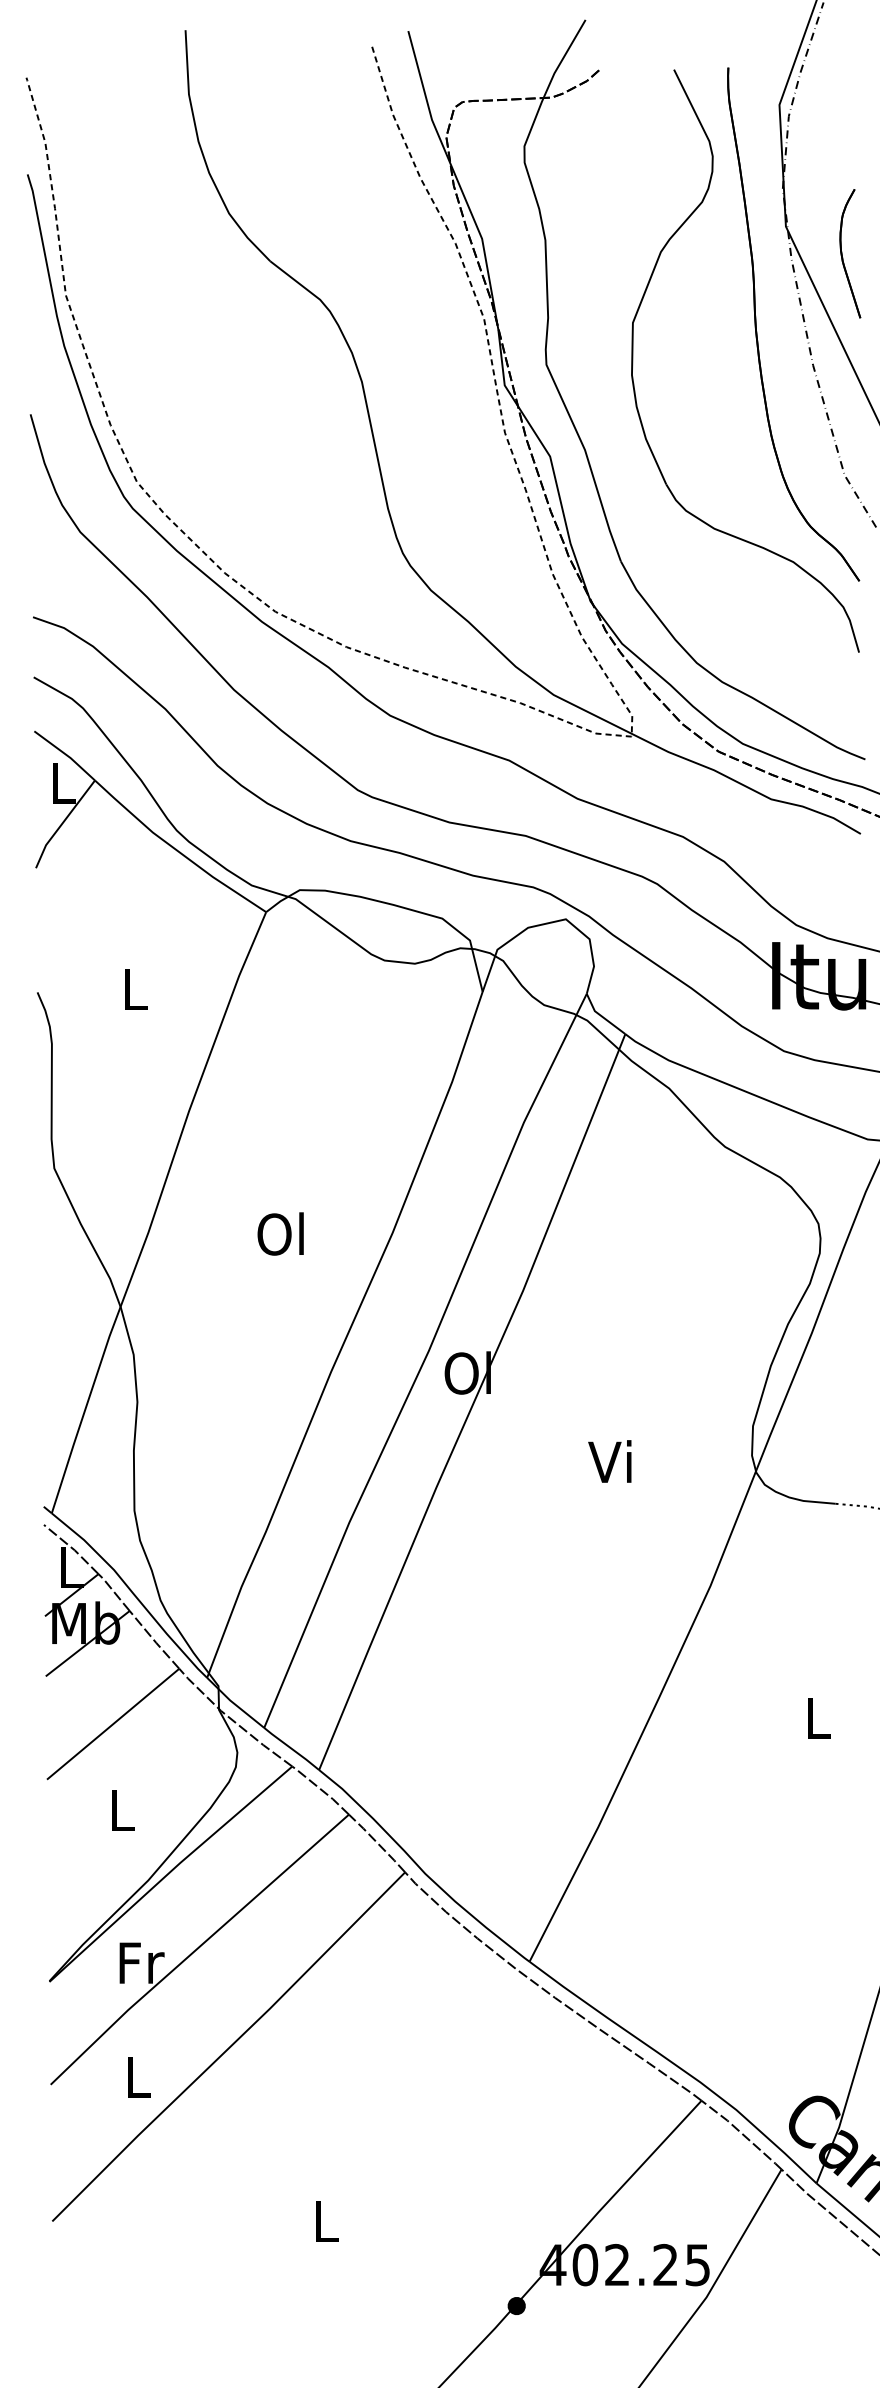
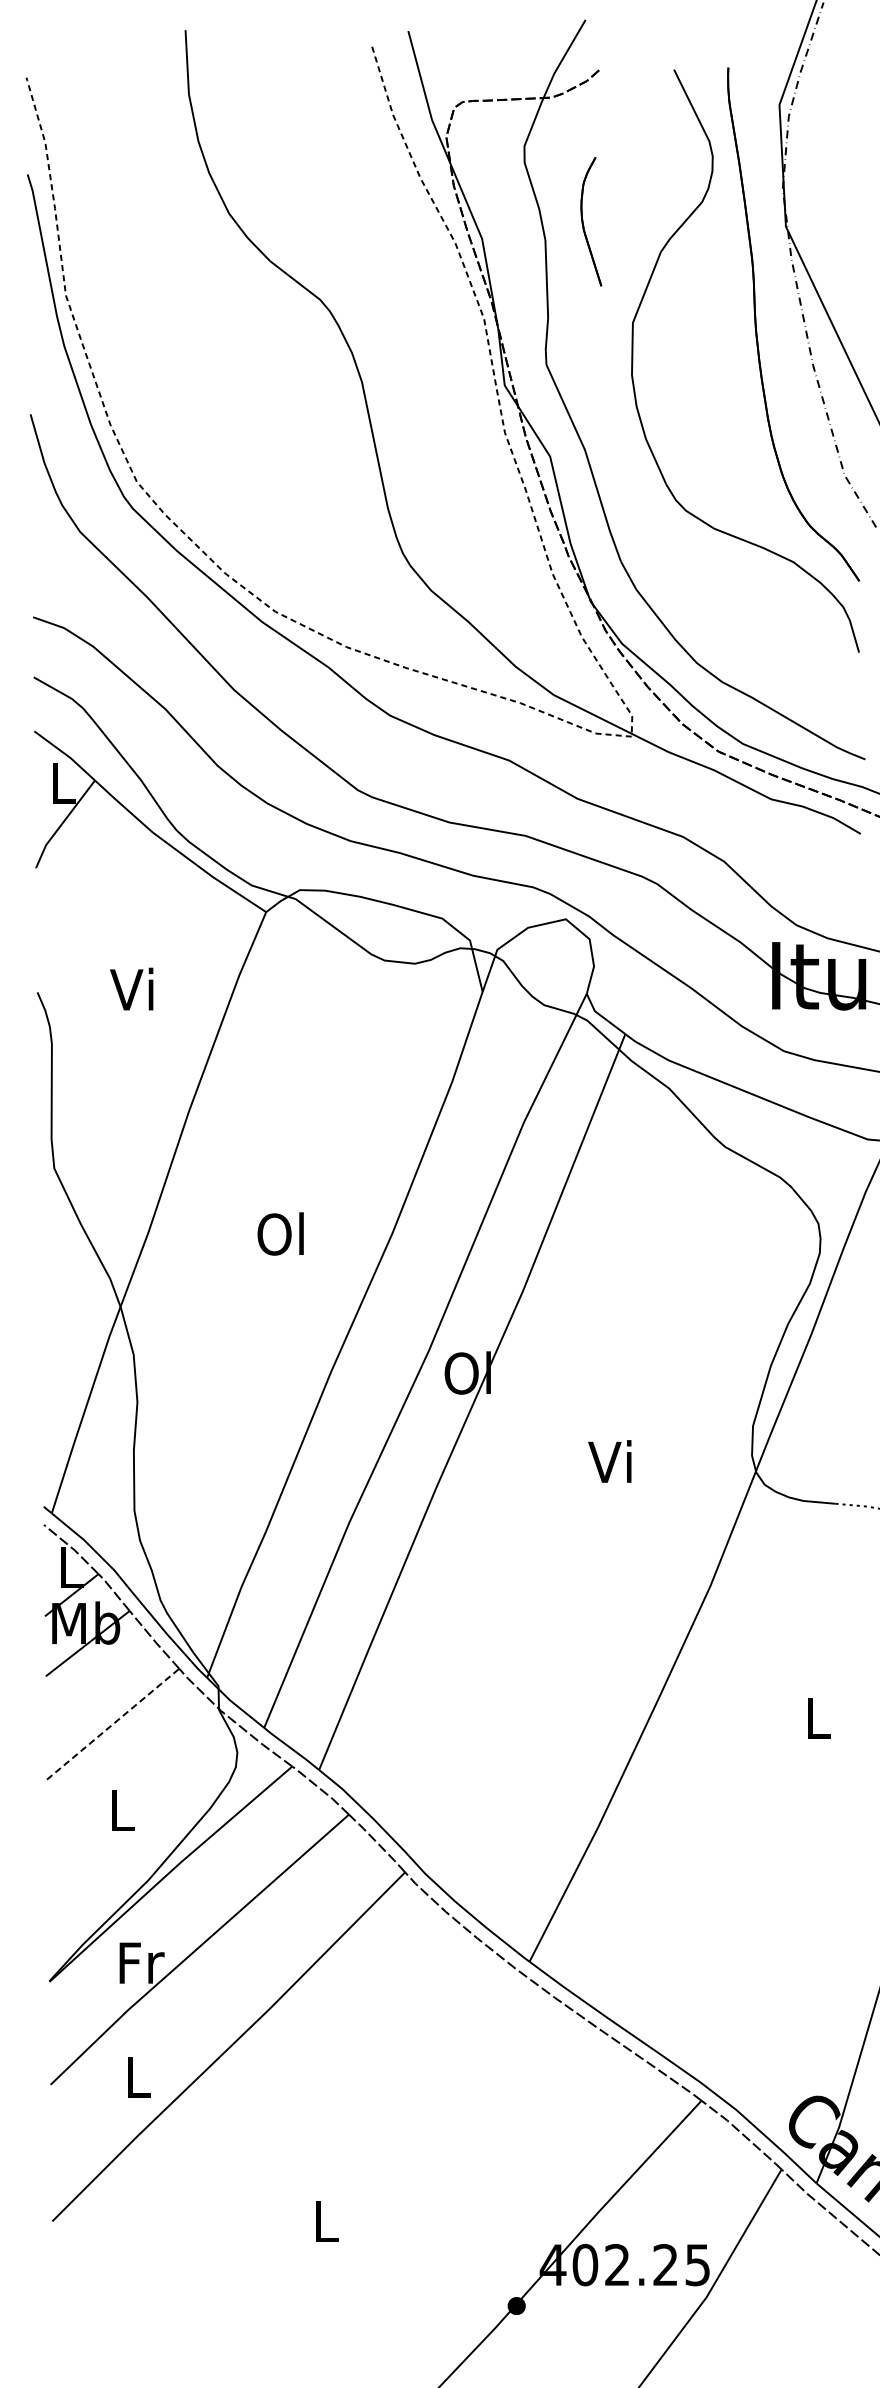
part at (842, 253) position: (842, 253) -> (583, 221)
text at (131, 988): L -> Vi
line at (113, 1723): solid -> dashed
